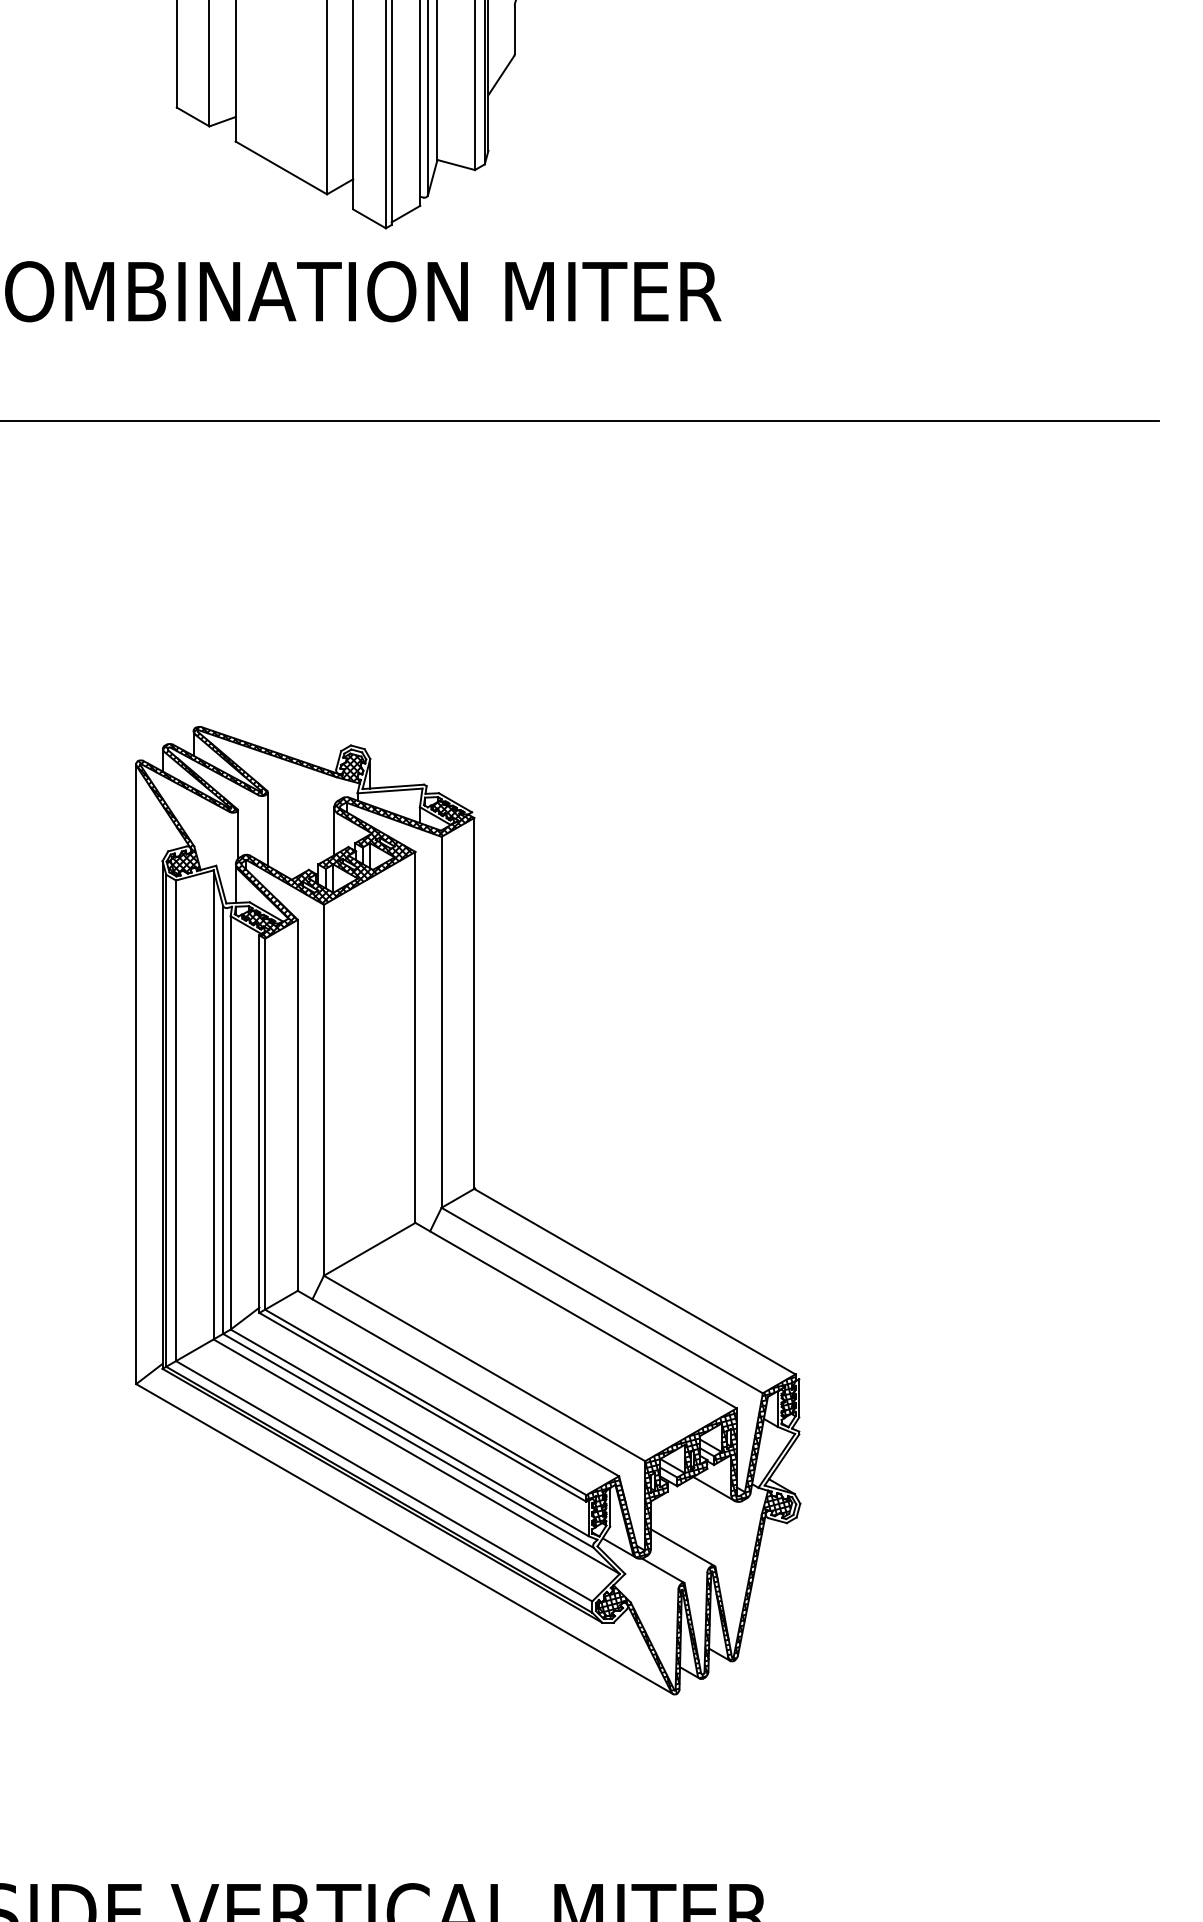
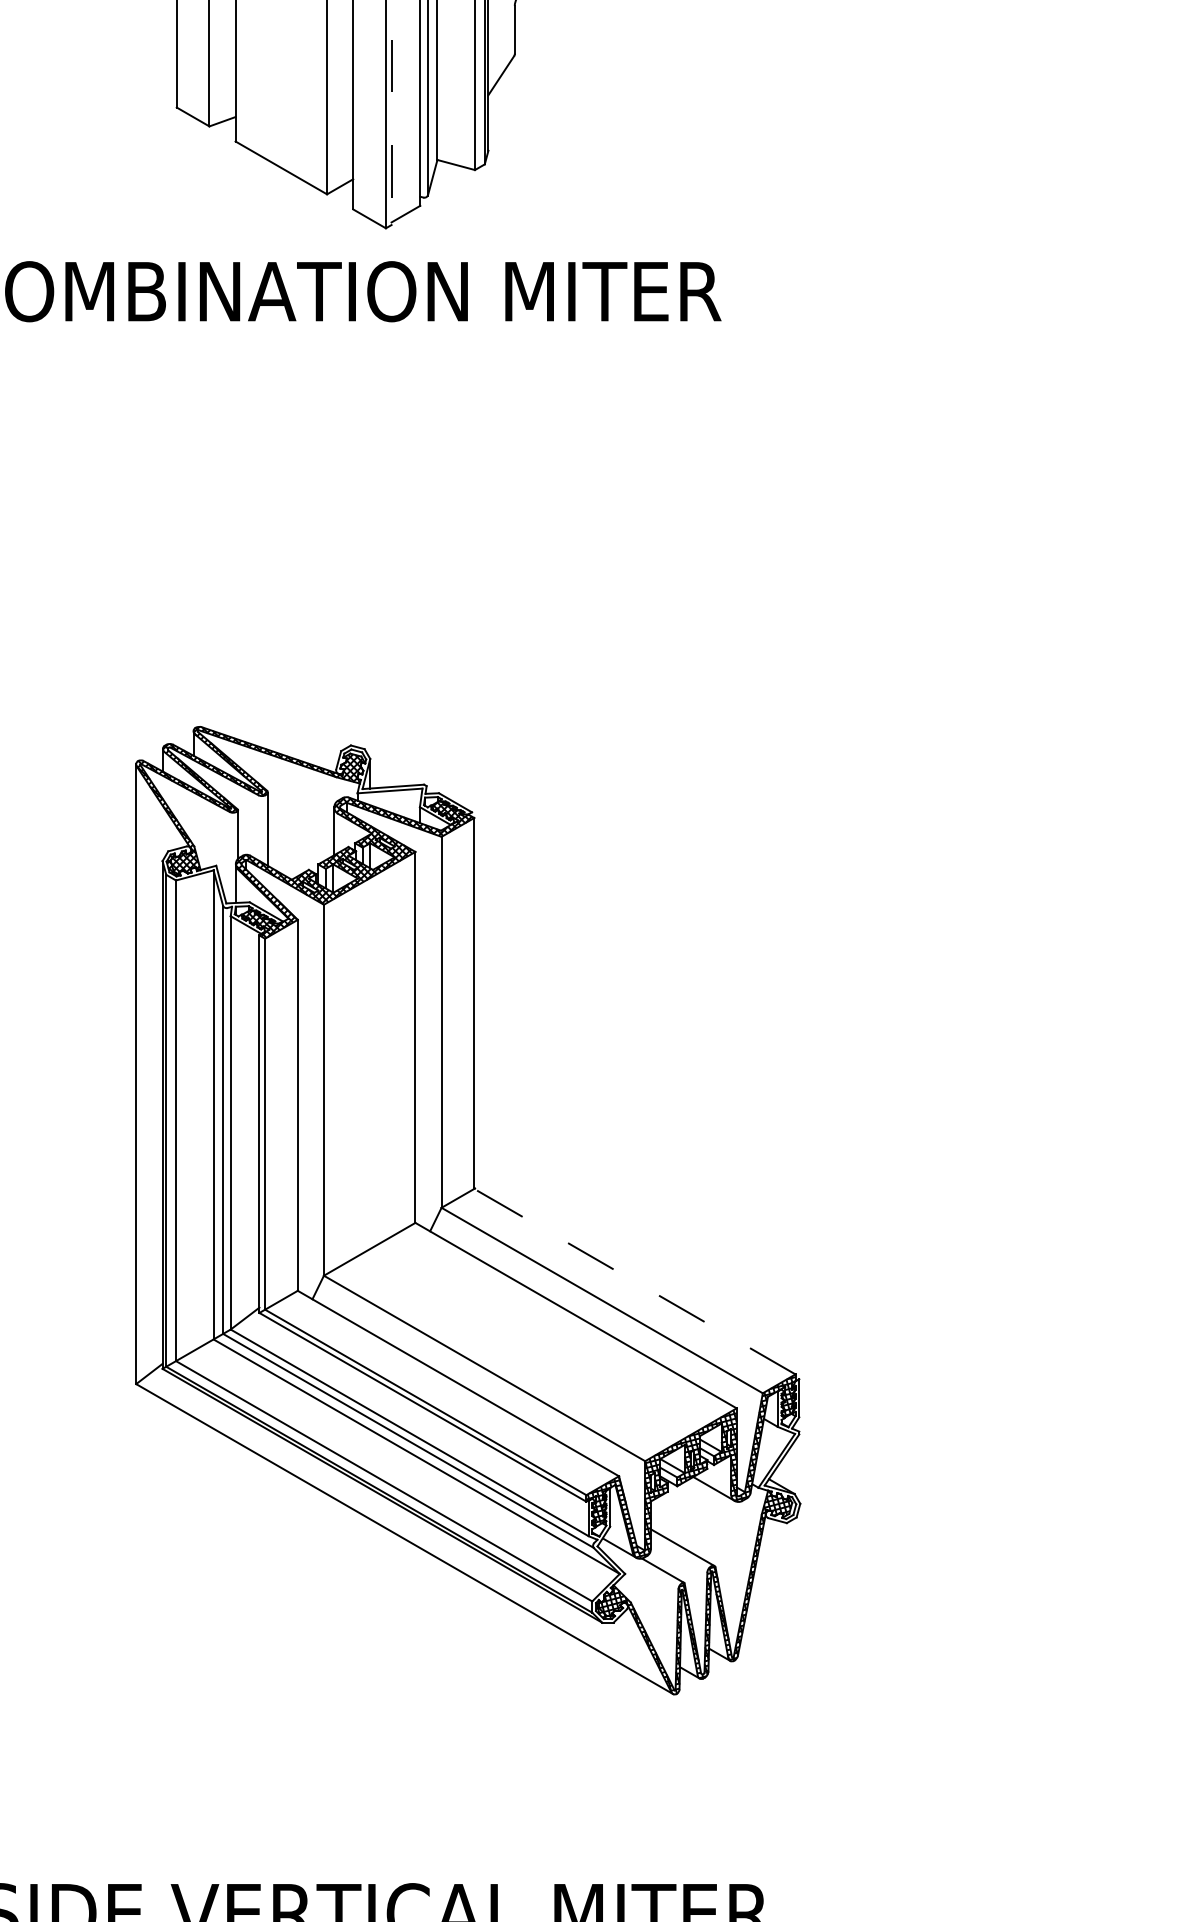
line at (391, 113): solid -> dashed
line at (580, 420): present -> none
line at (634, 1281): solid -> dashed
